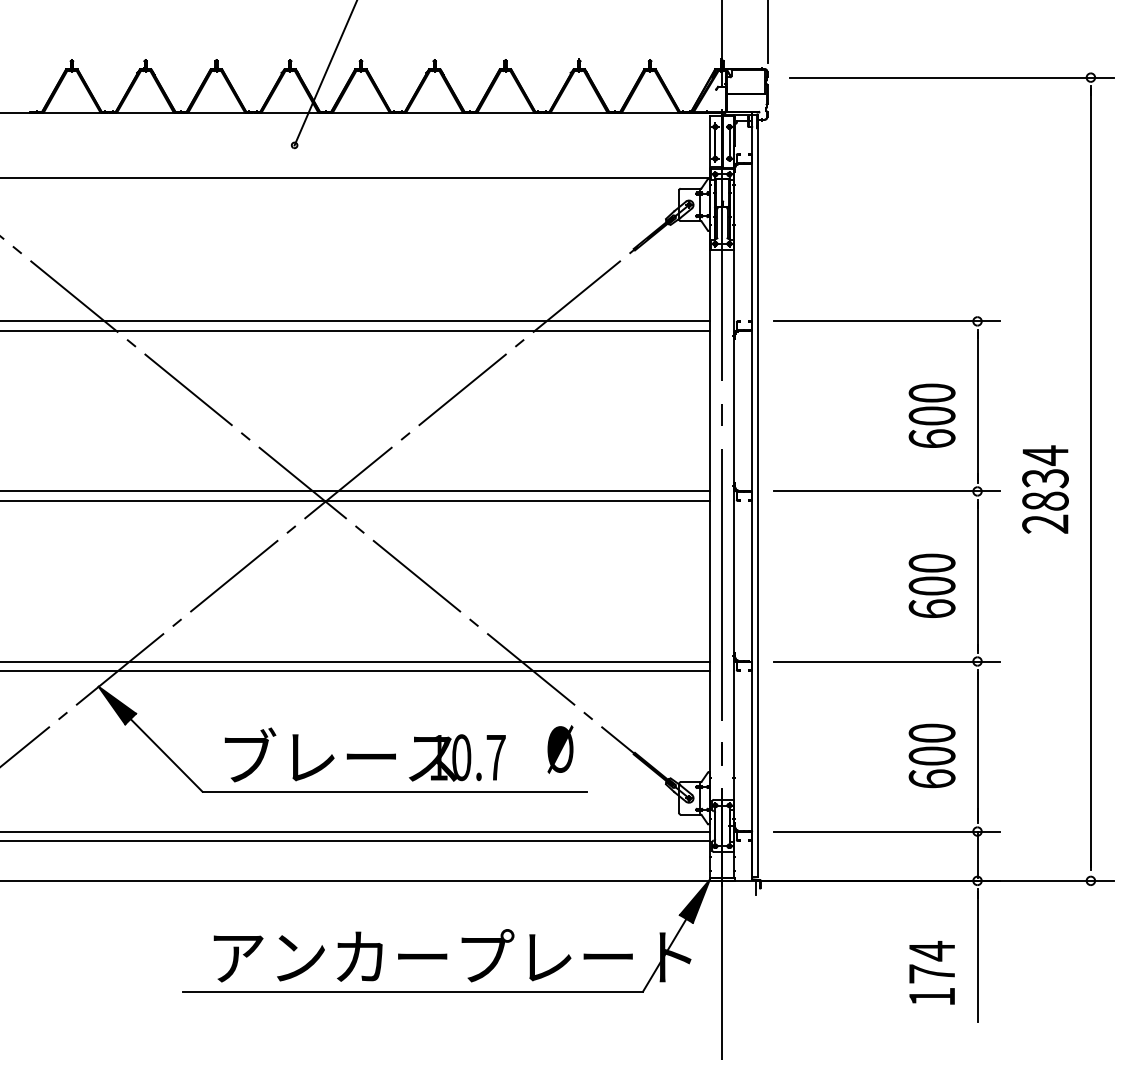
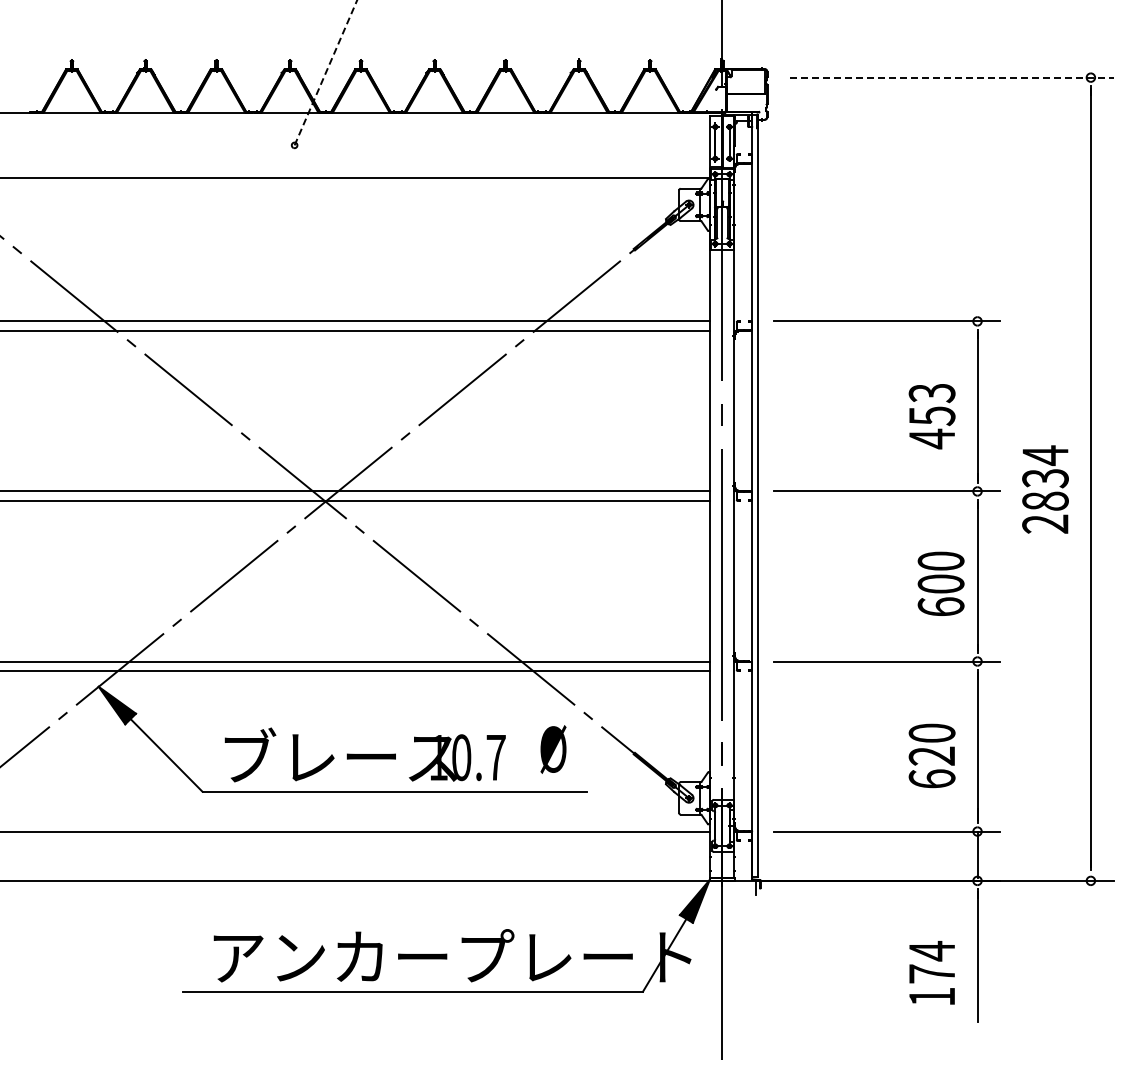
line at (767, 32): present -> none
line at (325, 72): solid -> dashed
line at (951, 77): solid -> dashed
text at (931, 416): 600 -> 453
text at (931, 585) position: (931, 585) -> (940, 583)
text at (560, 749) position: (560, 749) -> (553, 749)
text at (931, 755): 600 -> 620
line at (356, 840): present -> none
